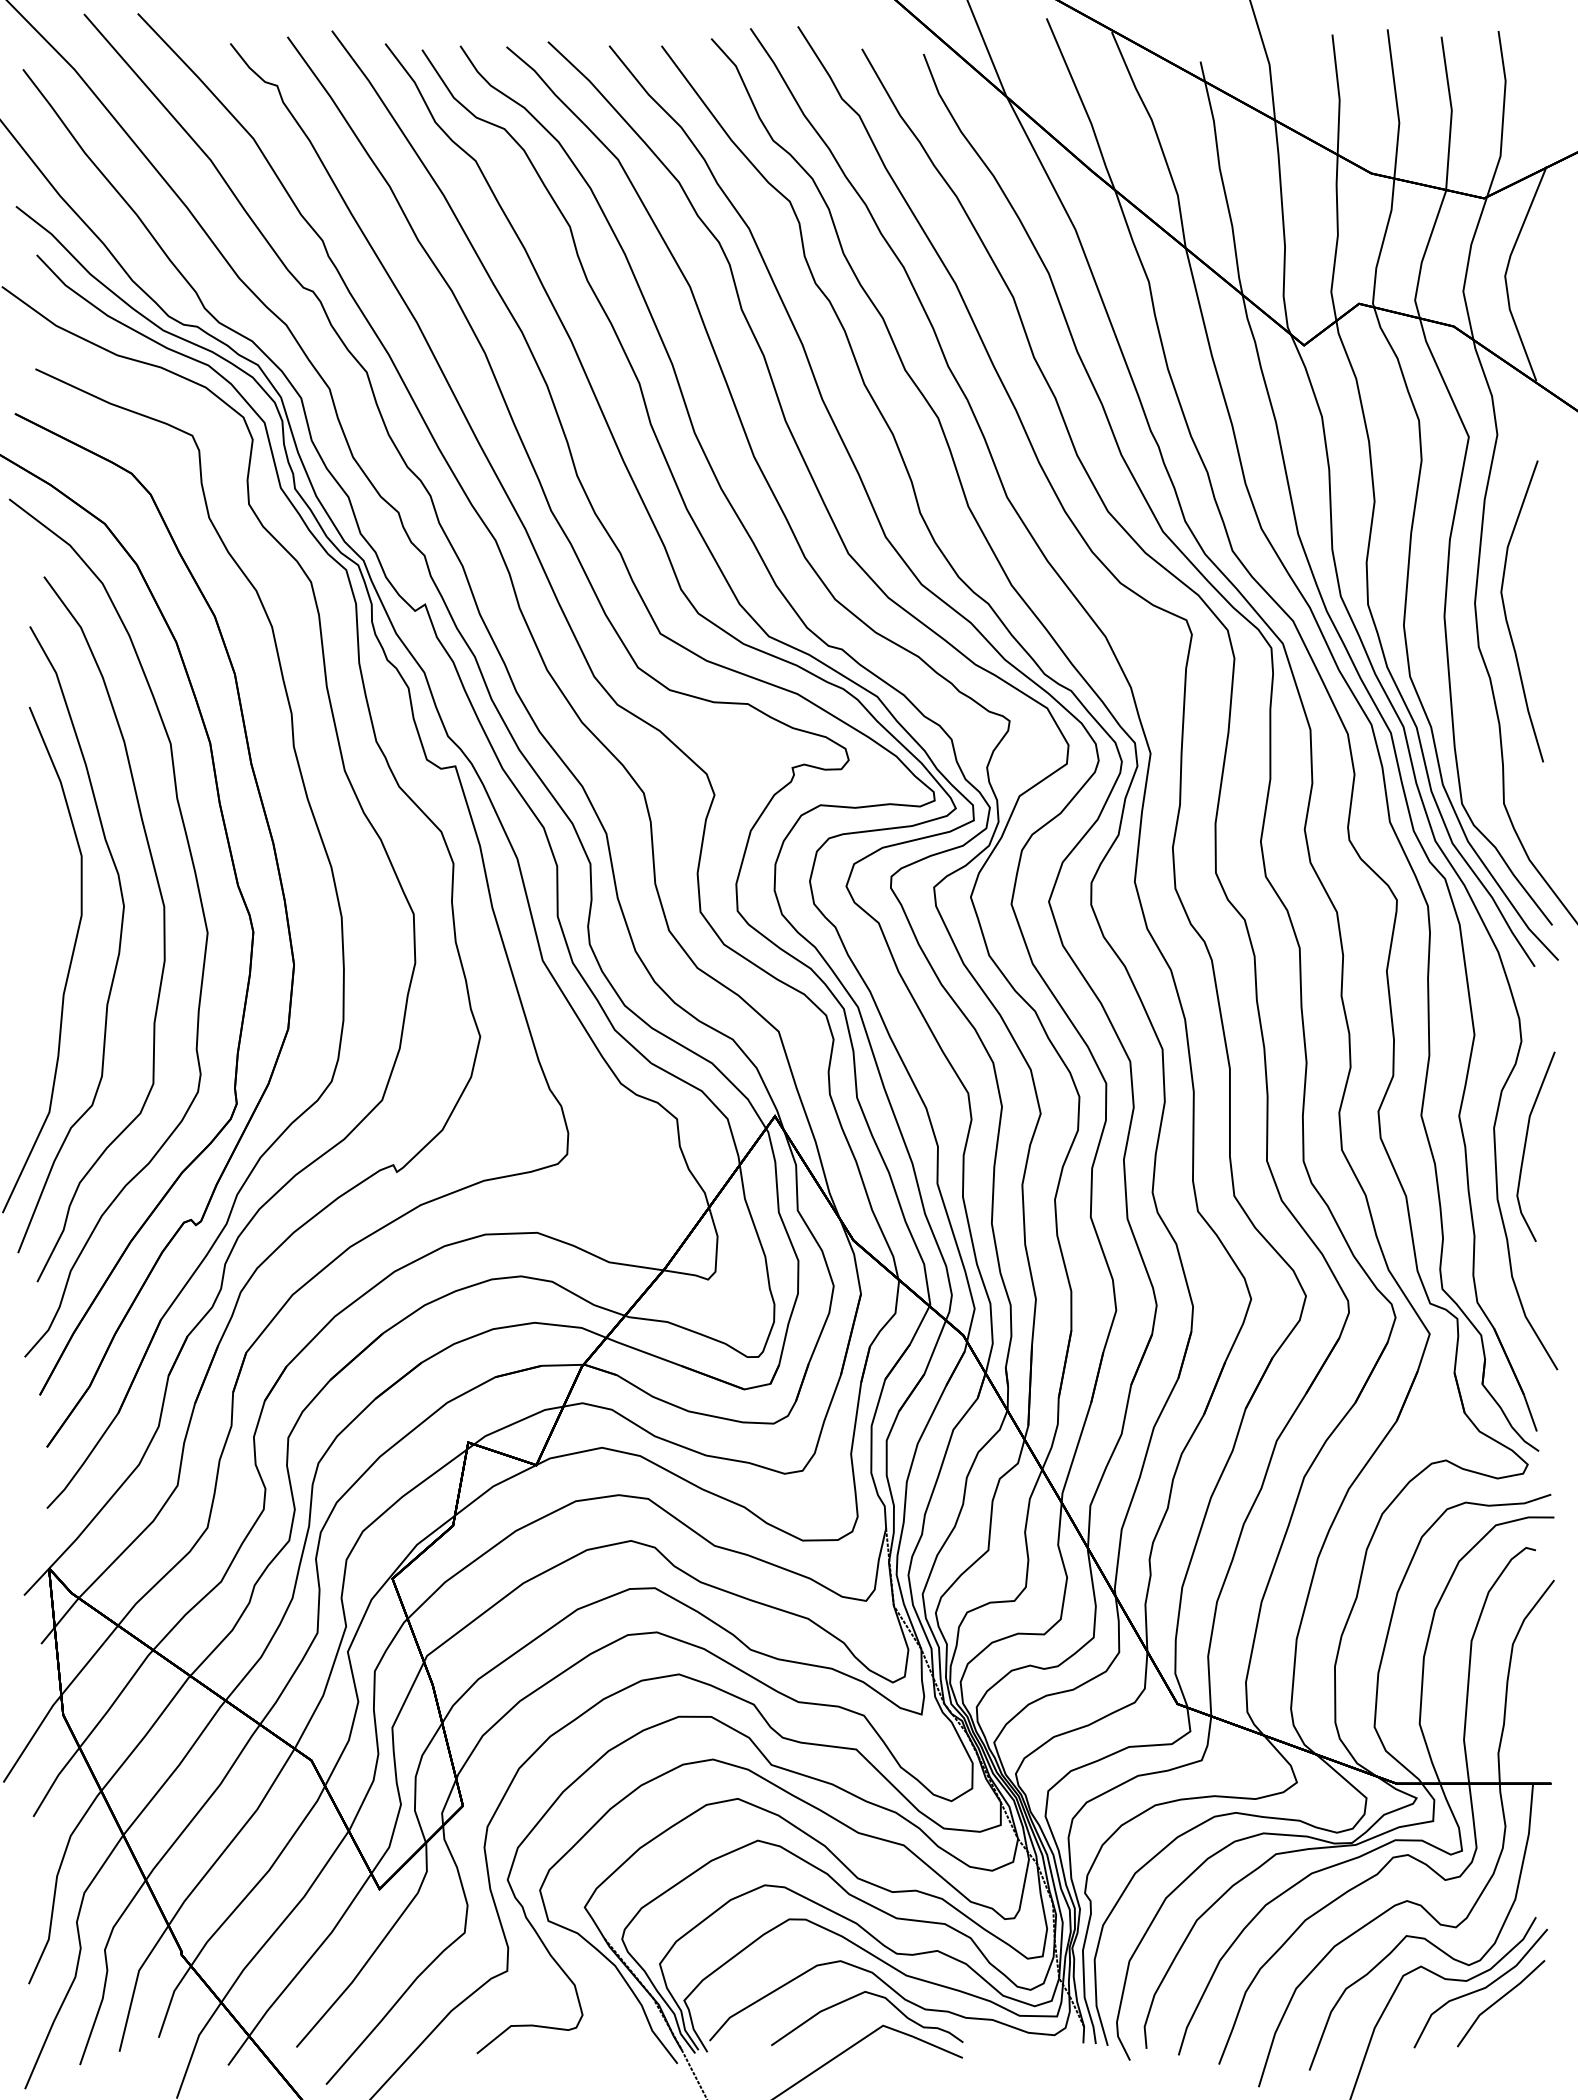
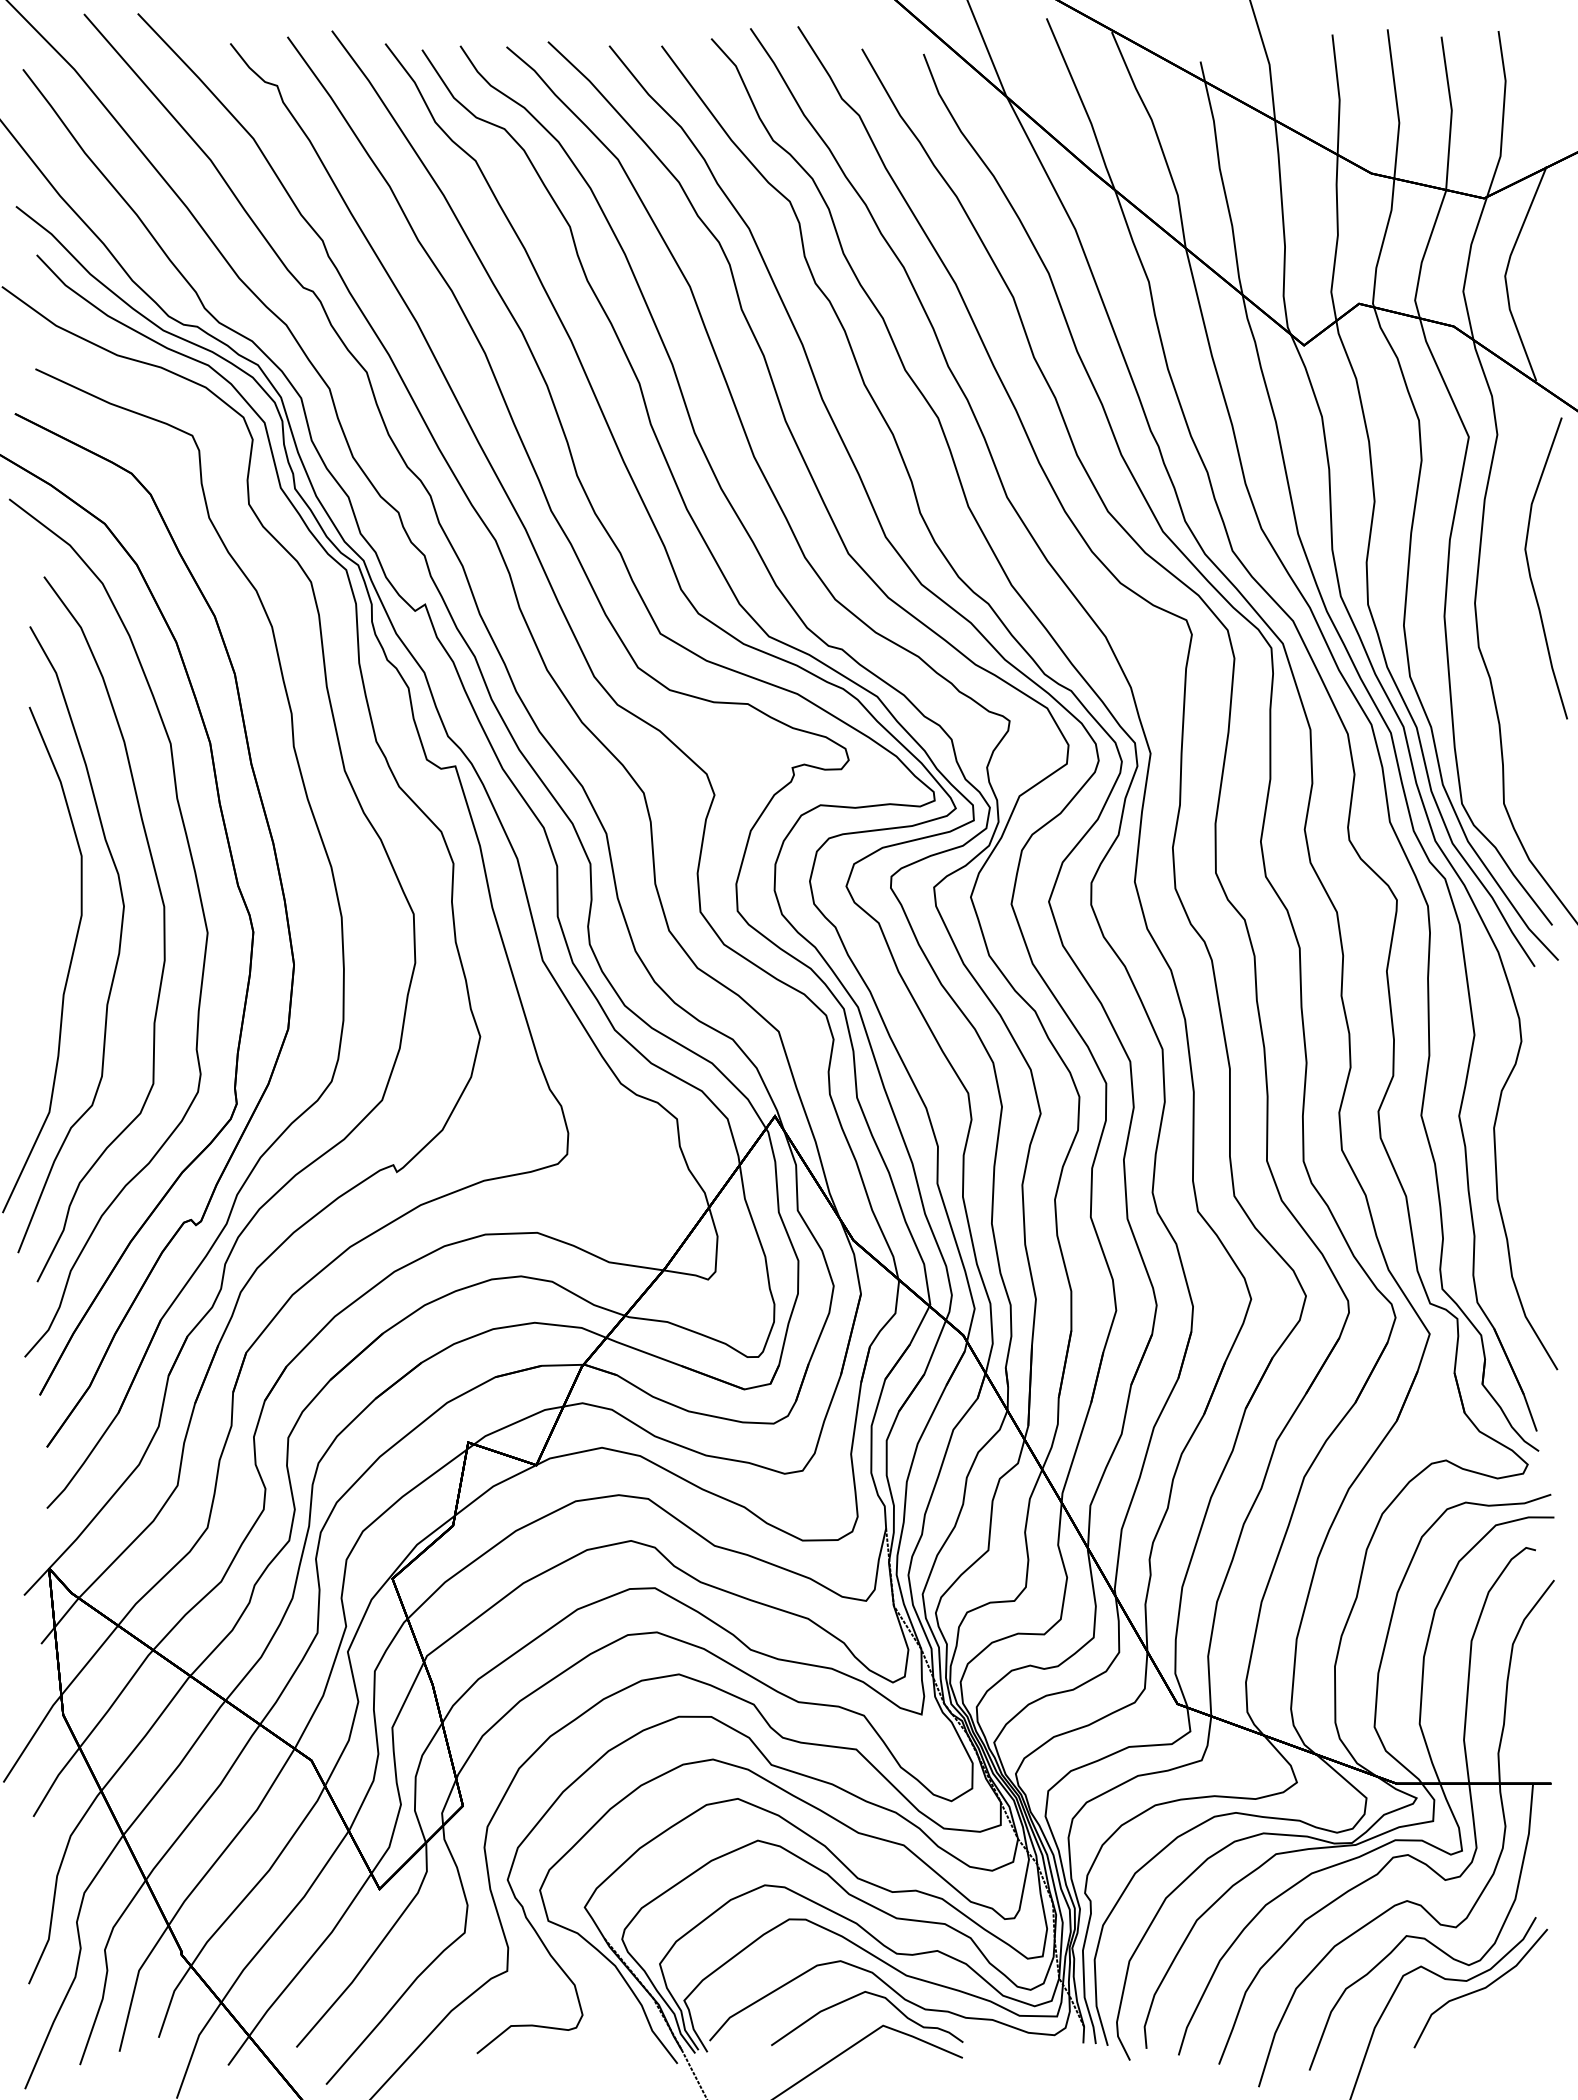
curve at (1506, 613) position: (1506, 613) -> (1530, 570)
curve at (1526, 1144): present -> none
line at (1498, 2001): present -> none
